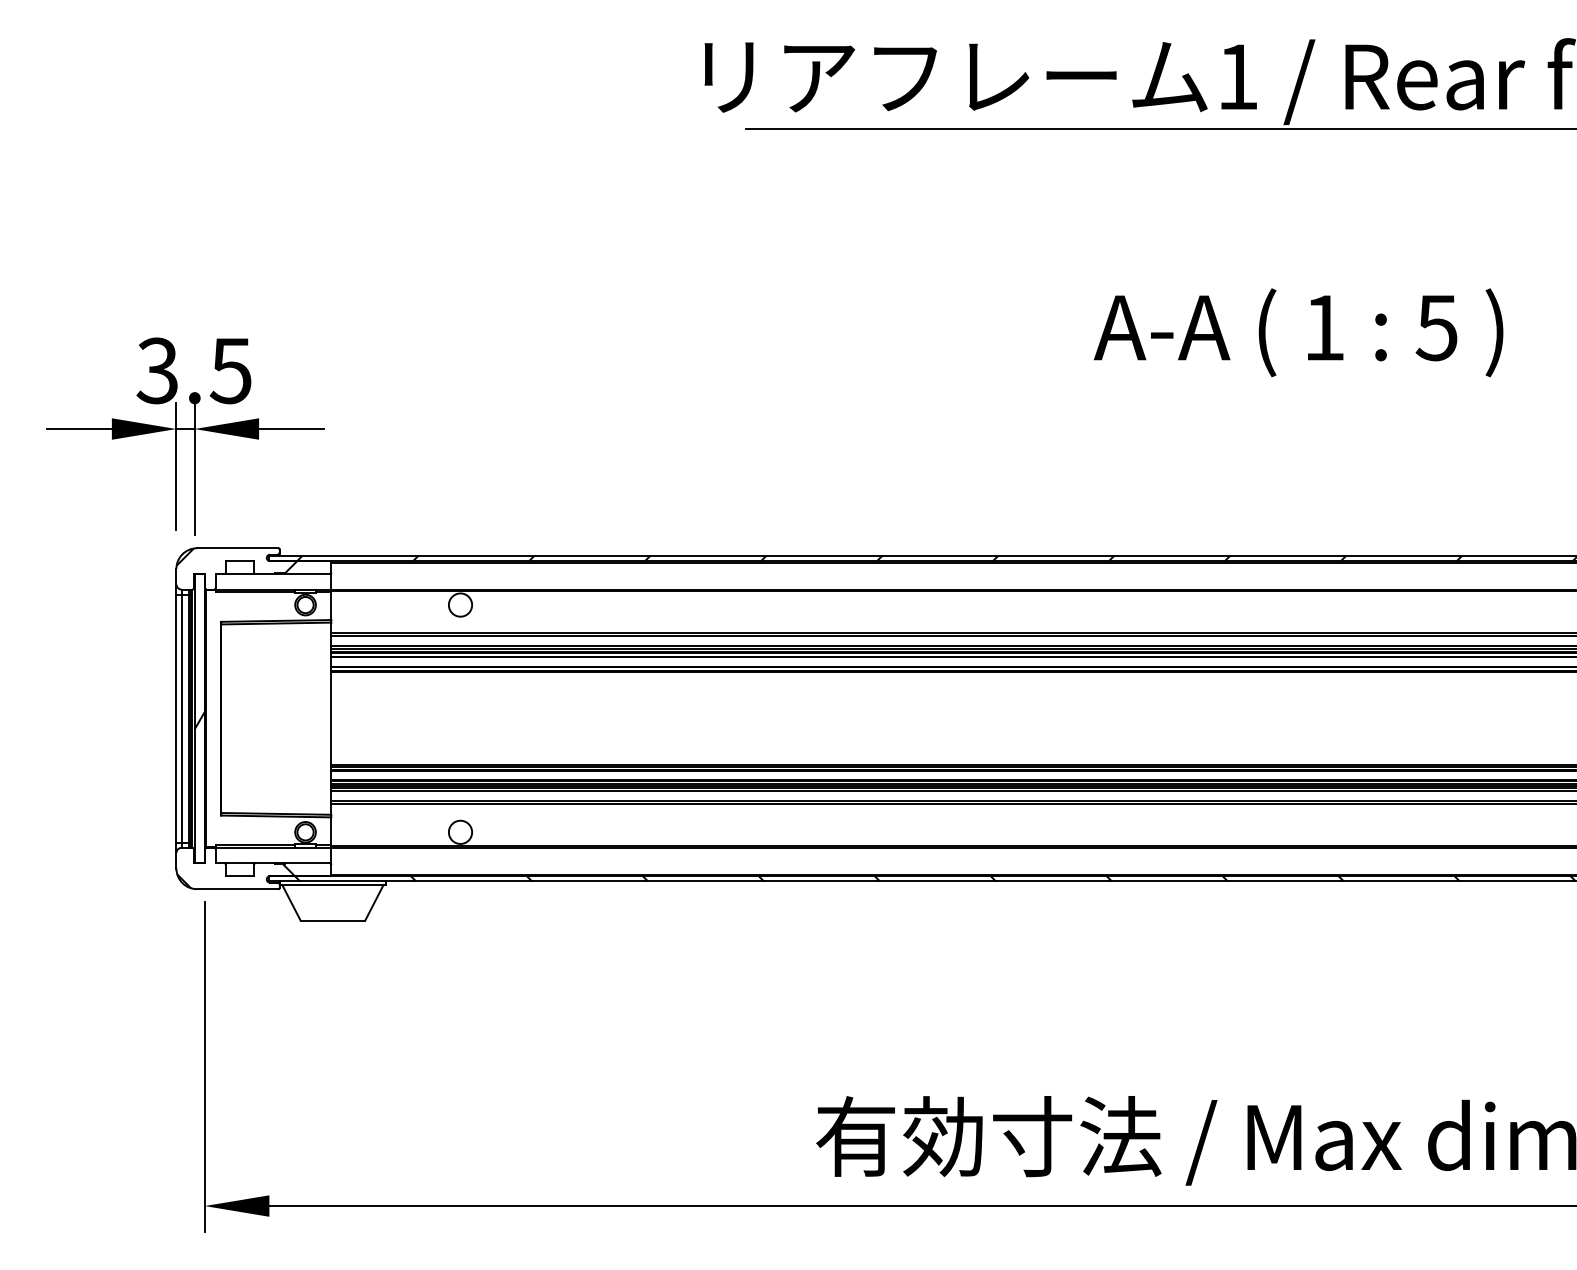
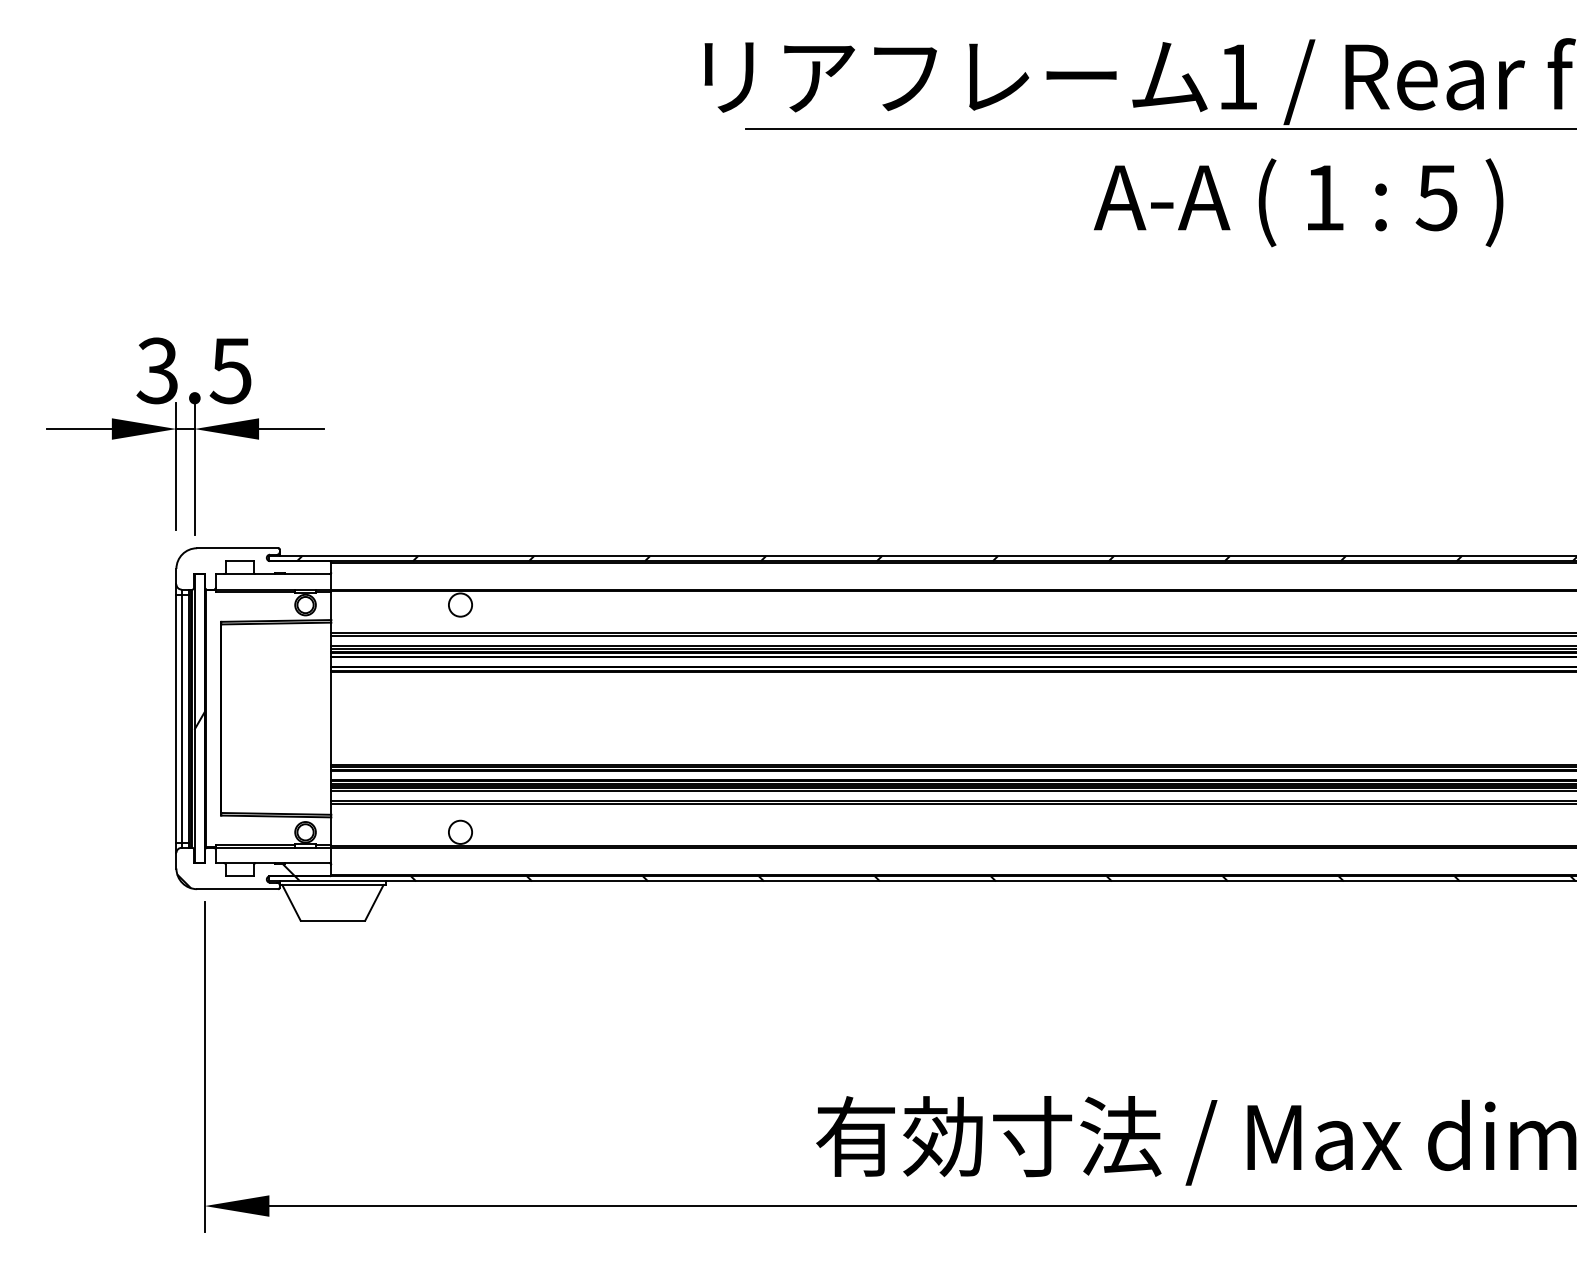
text at (1298, 332) position: (1298, 332) -> (1298, 202)
hatch at (236, 560): present -> none
